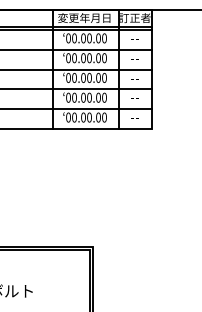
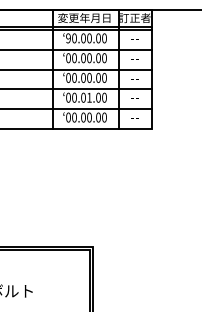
text at (68, 38): 00.00.00 -> 90.00.00
text at (89, 97): 00.00.00 -> 00.01.00
